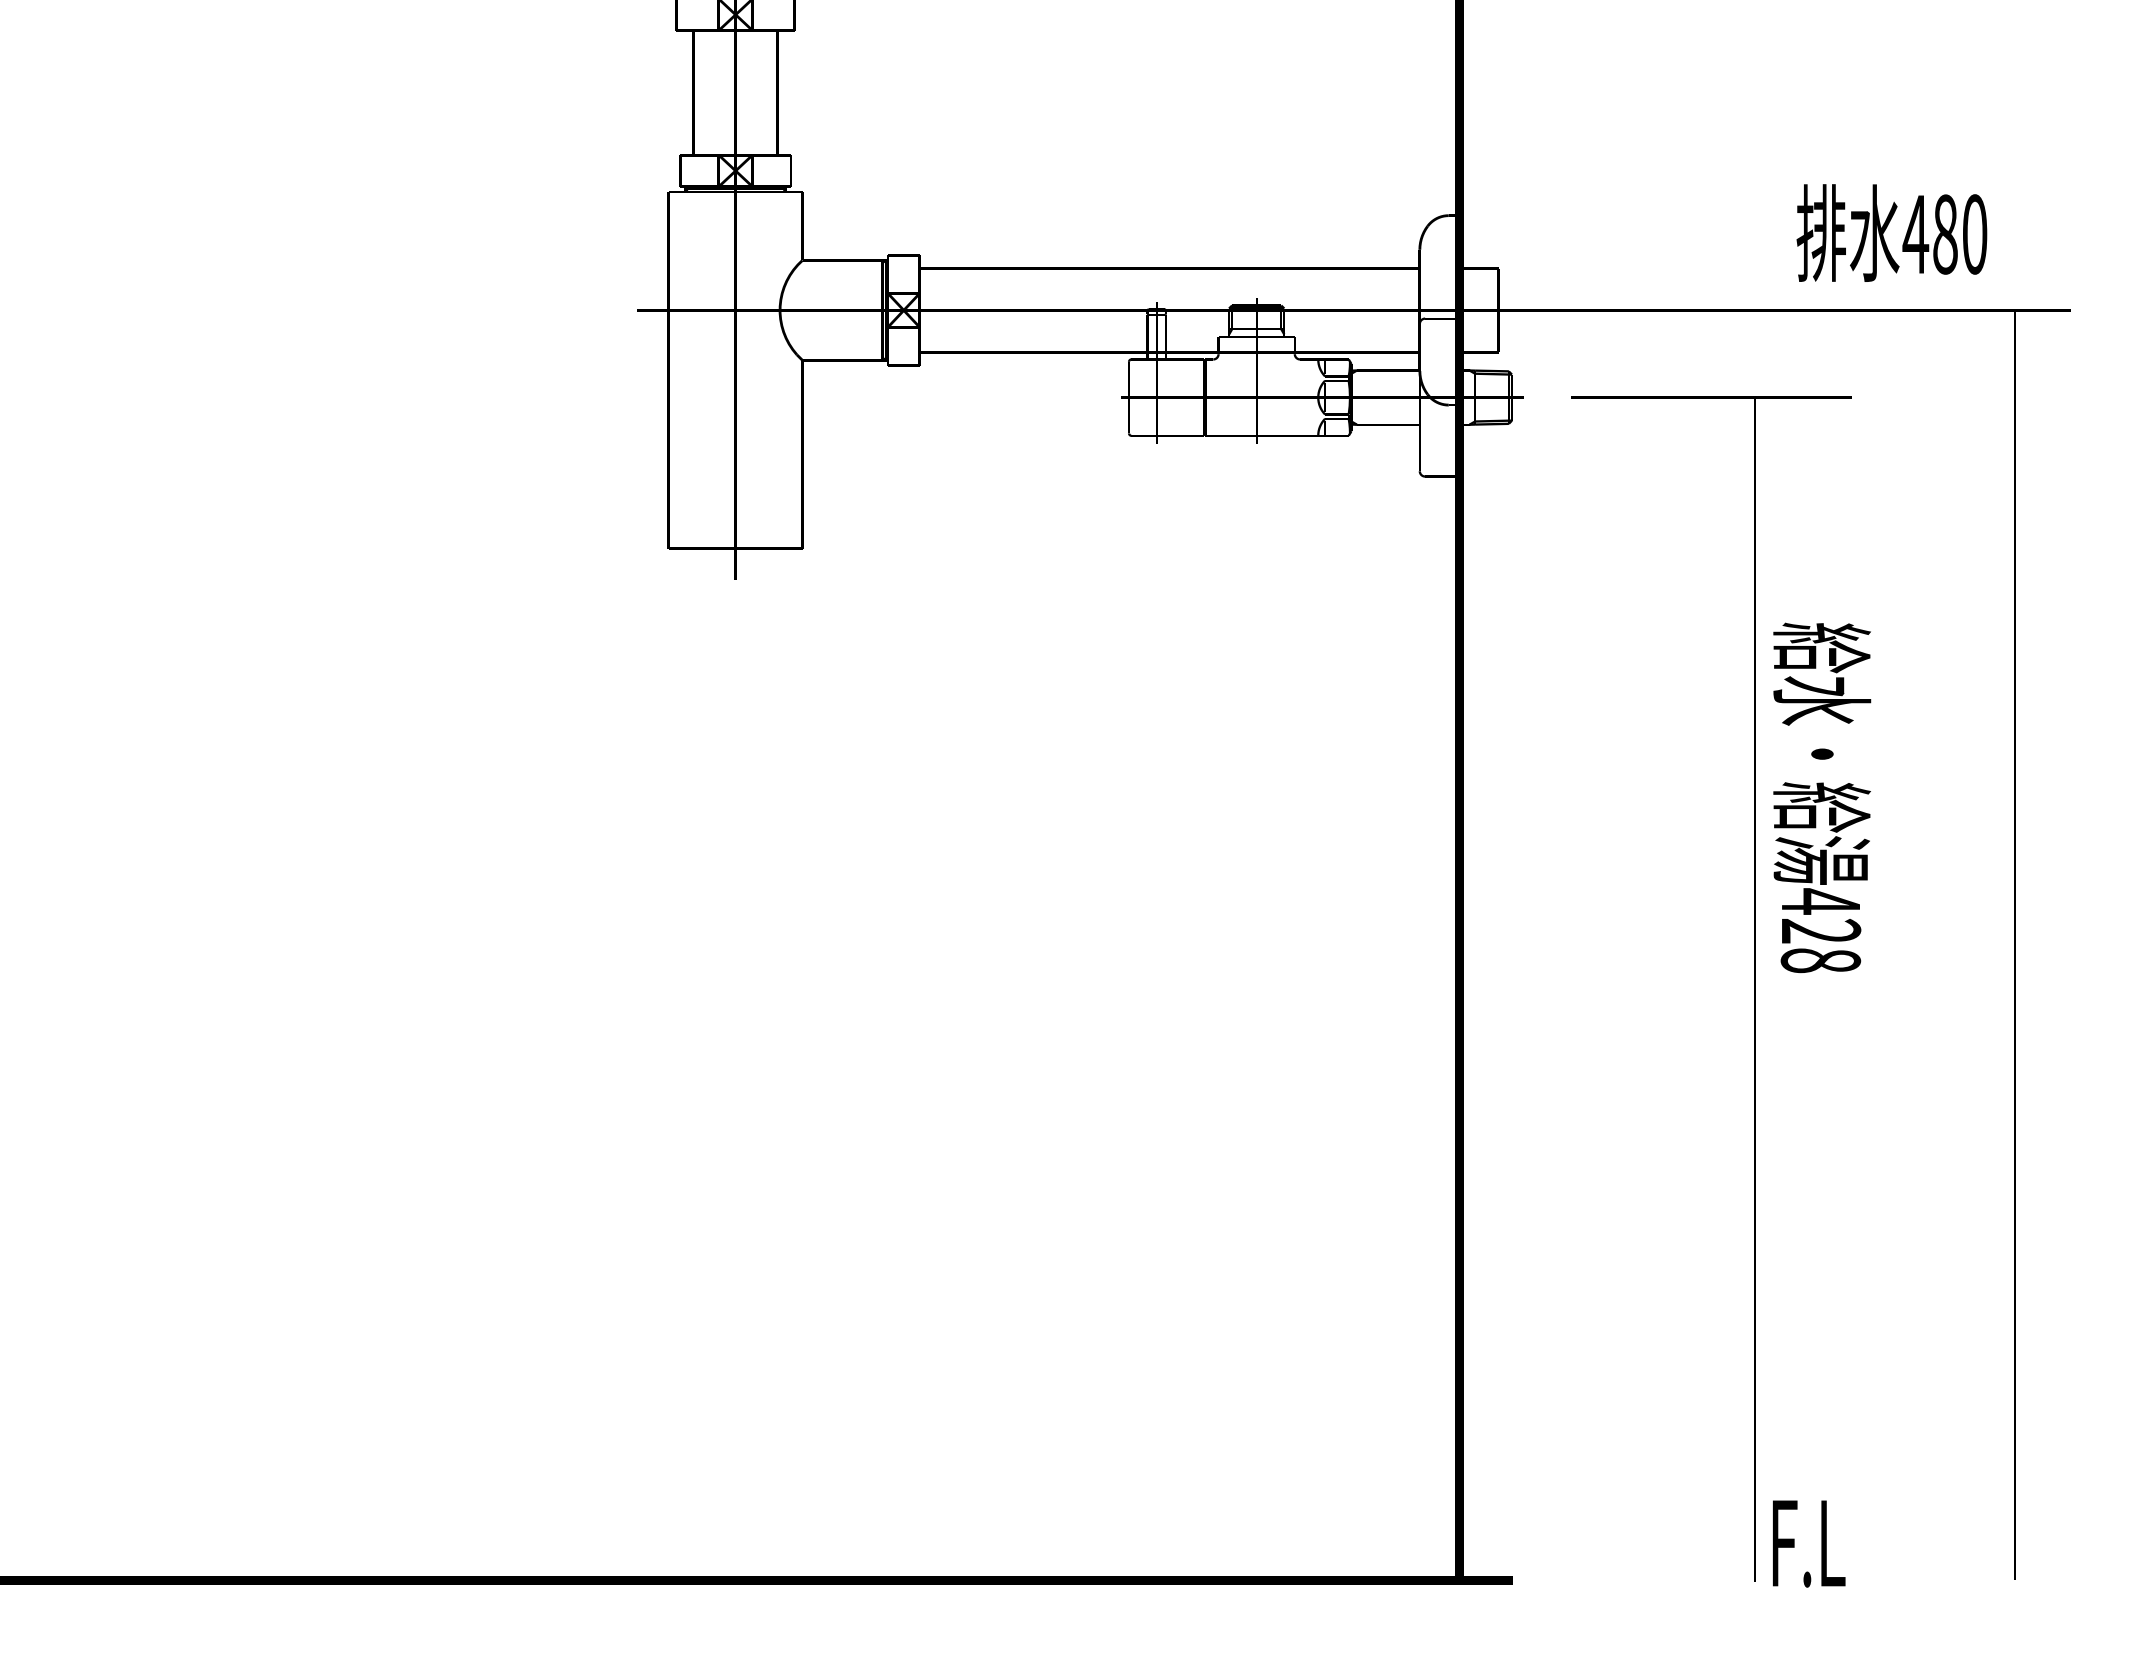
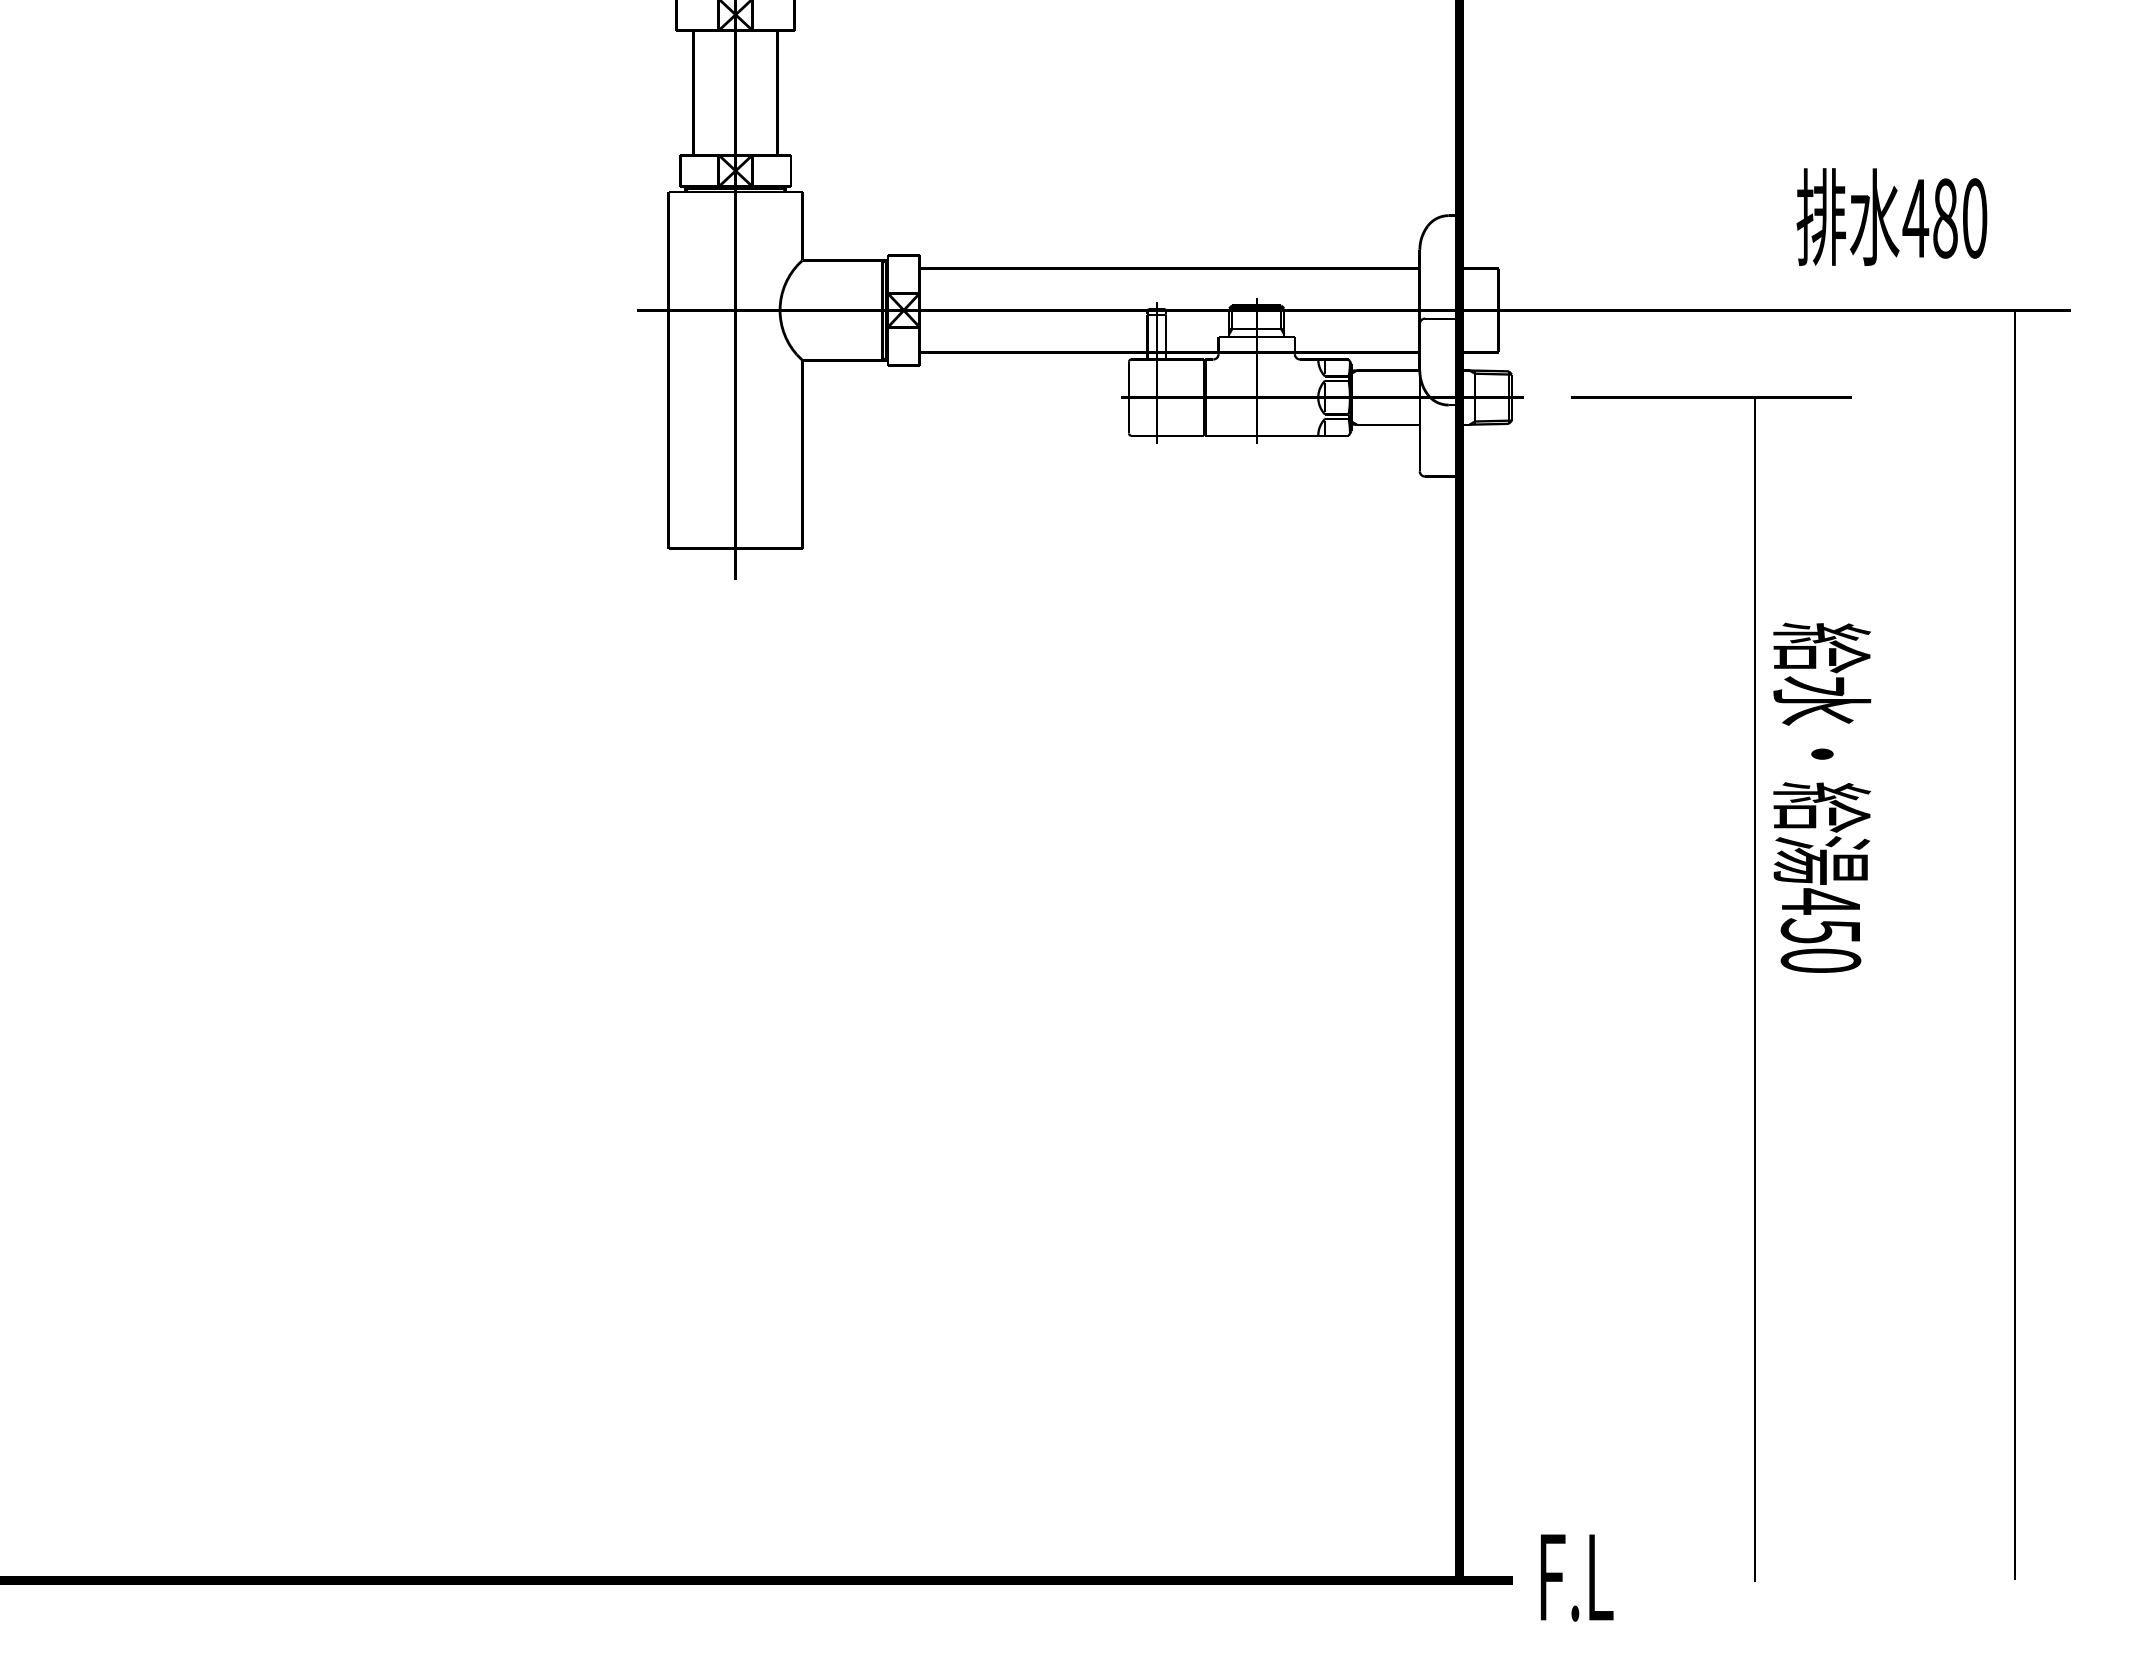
text at (1891, 232) position: (1891, 232) -> (1891, 216)
text at (1820, 945): 428 -> 450
text at (1809, 1543) position: (1809, 1543) -> (1577, 1577)
